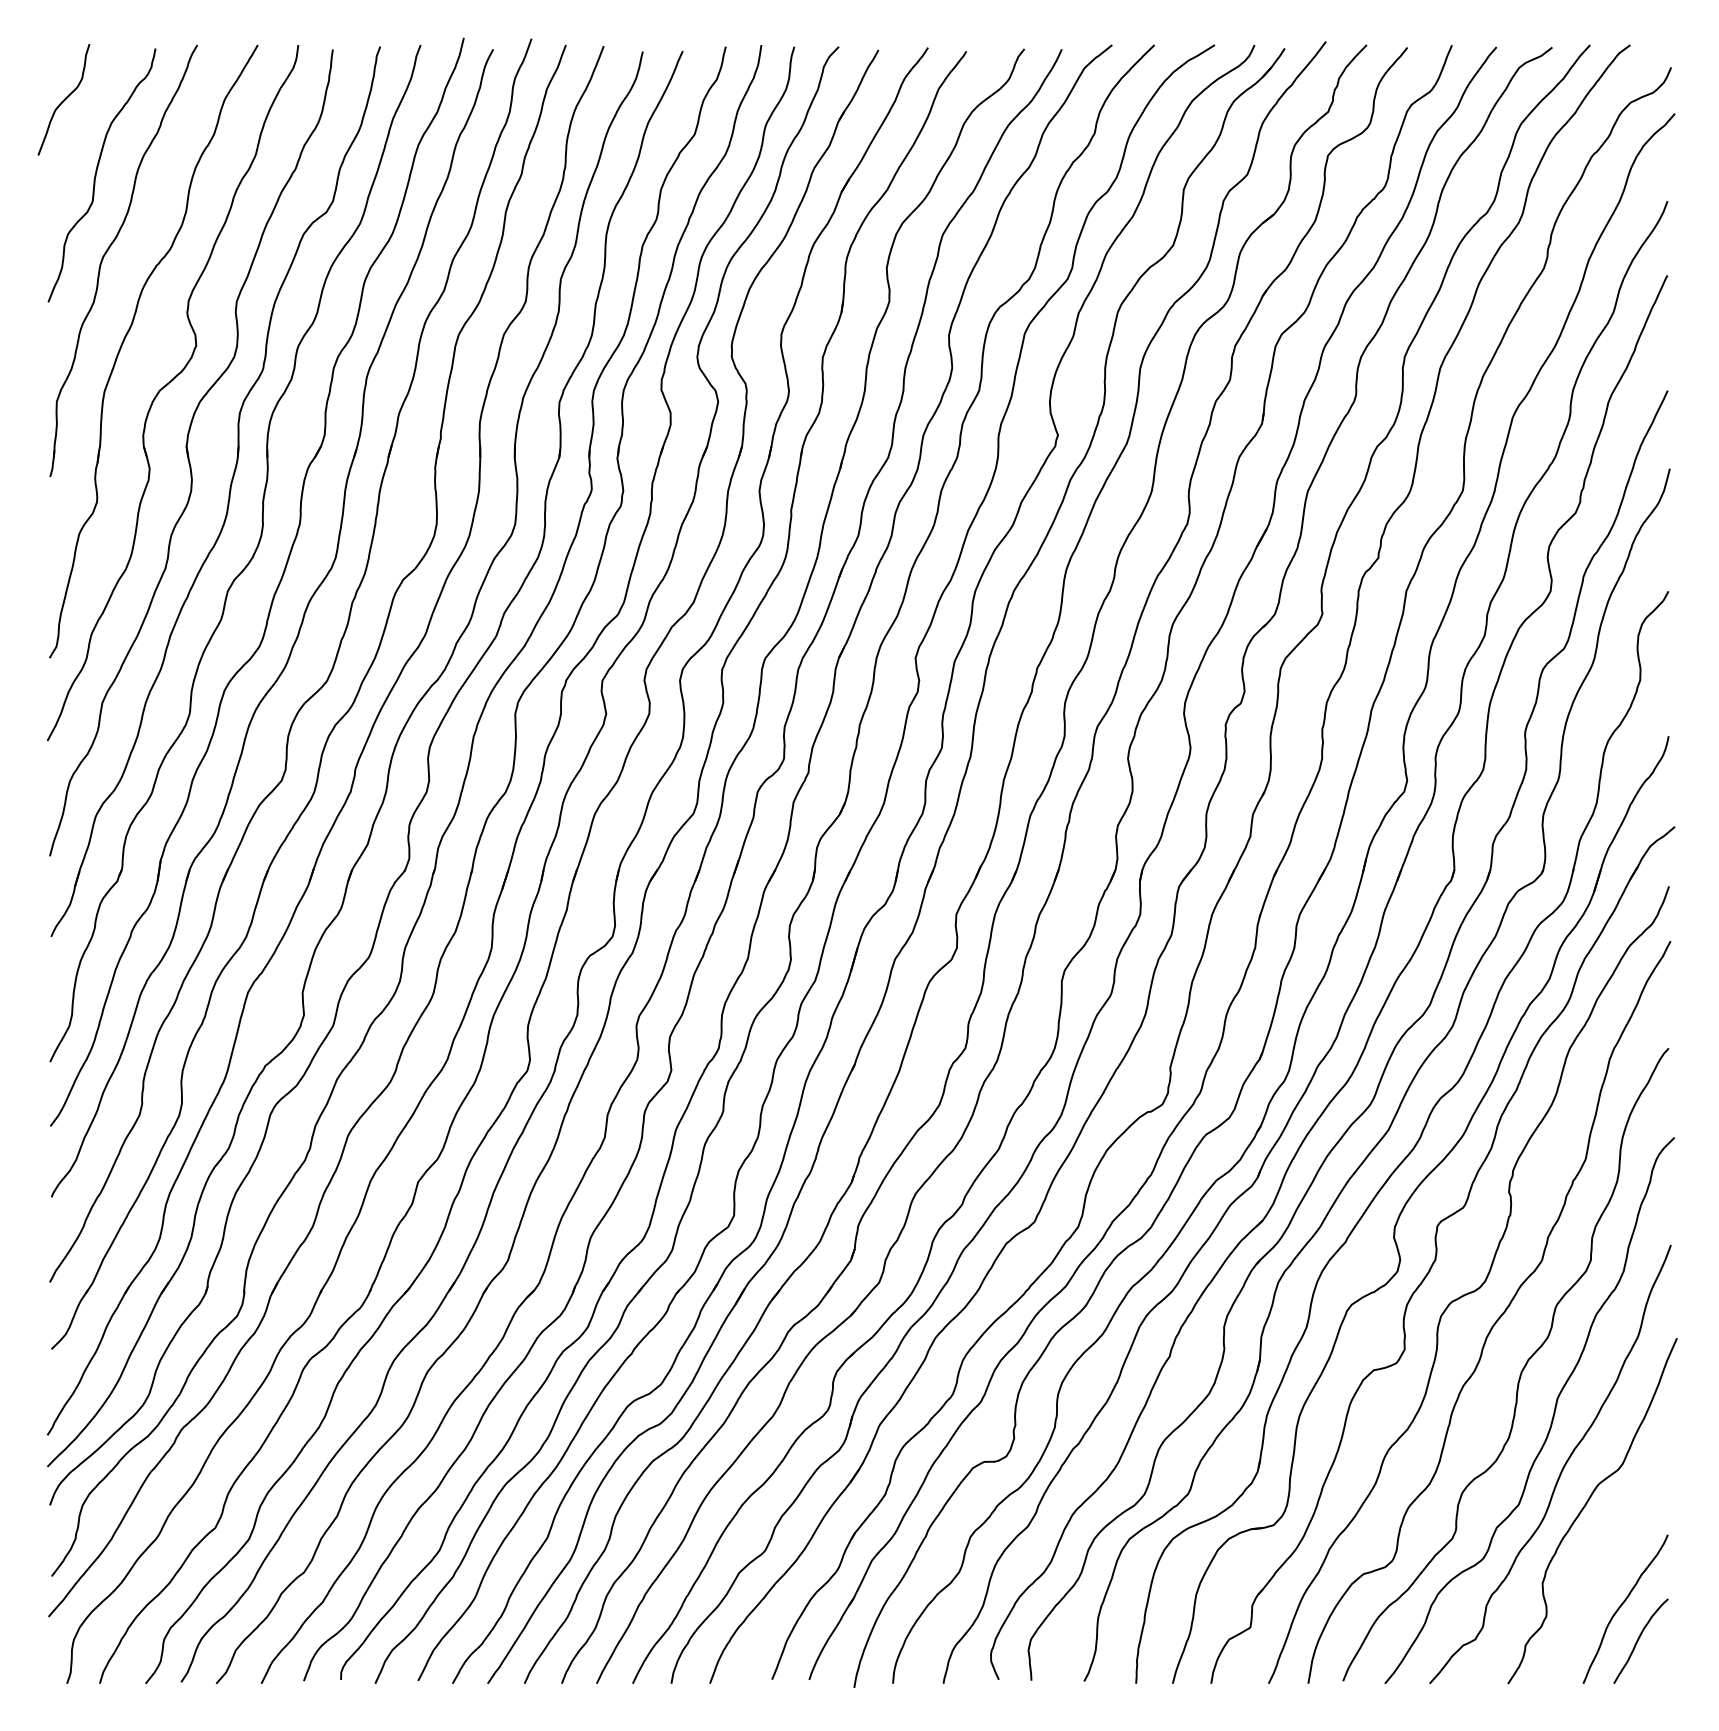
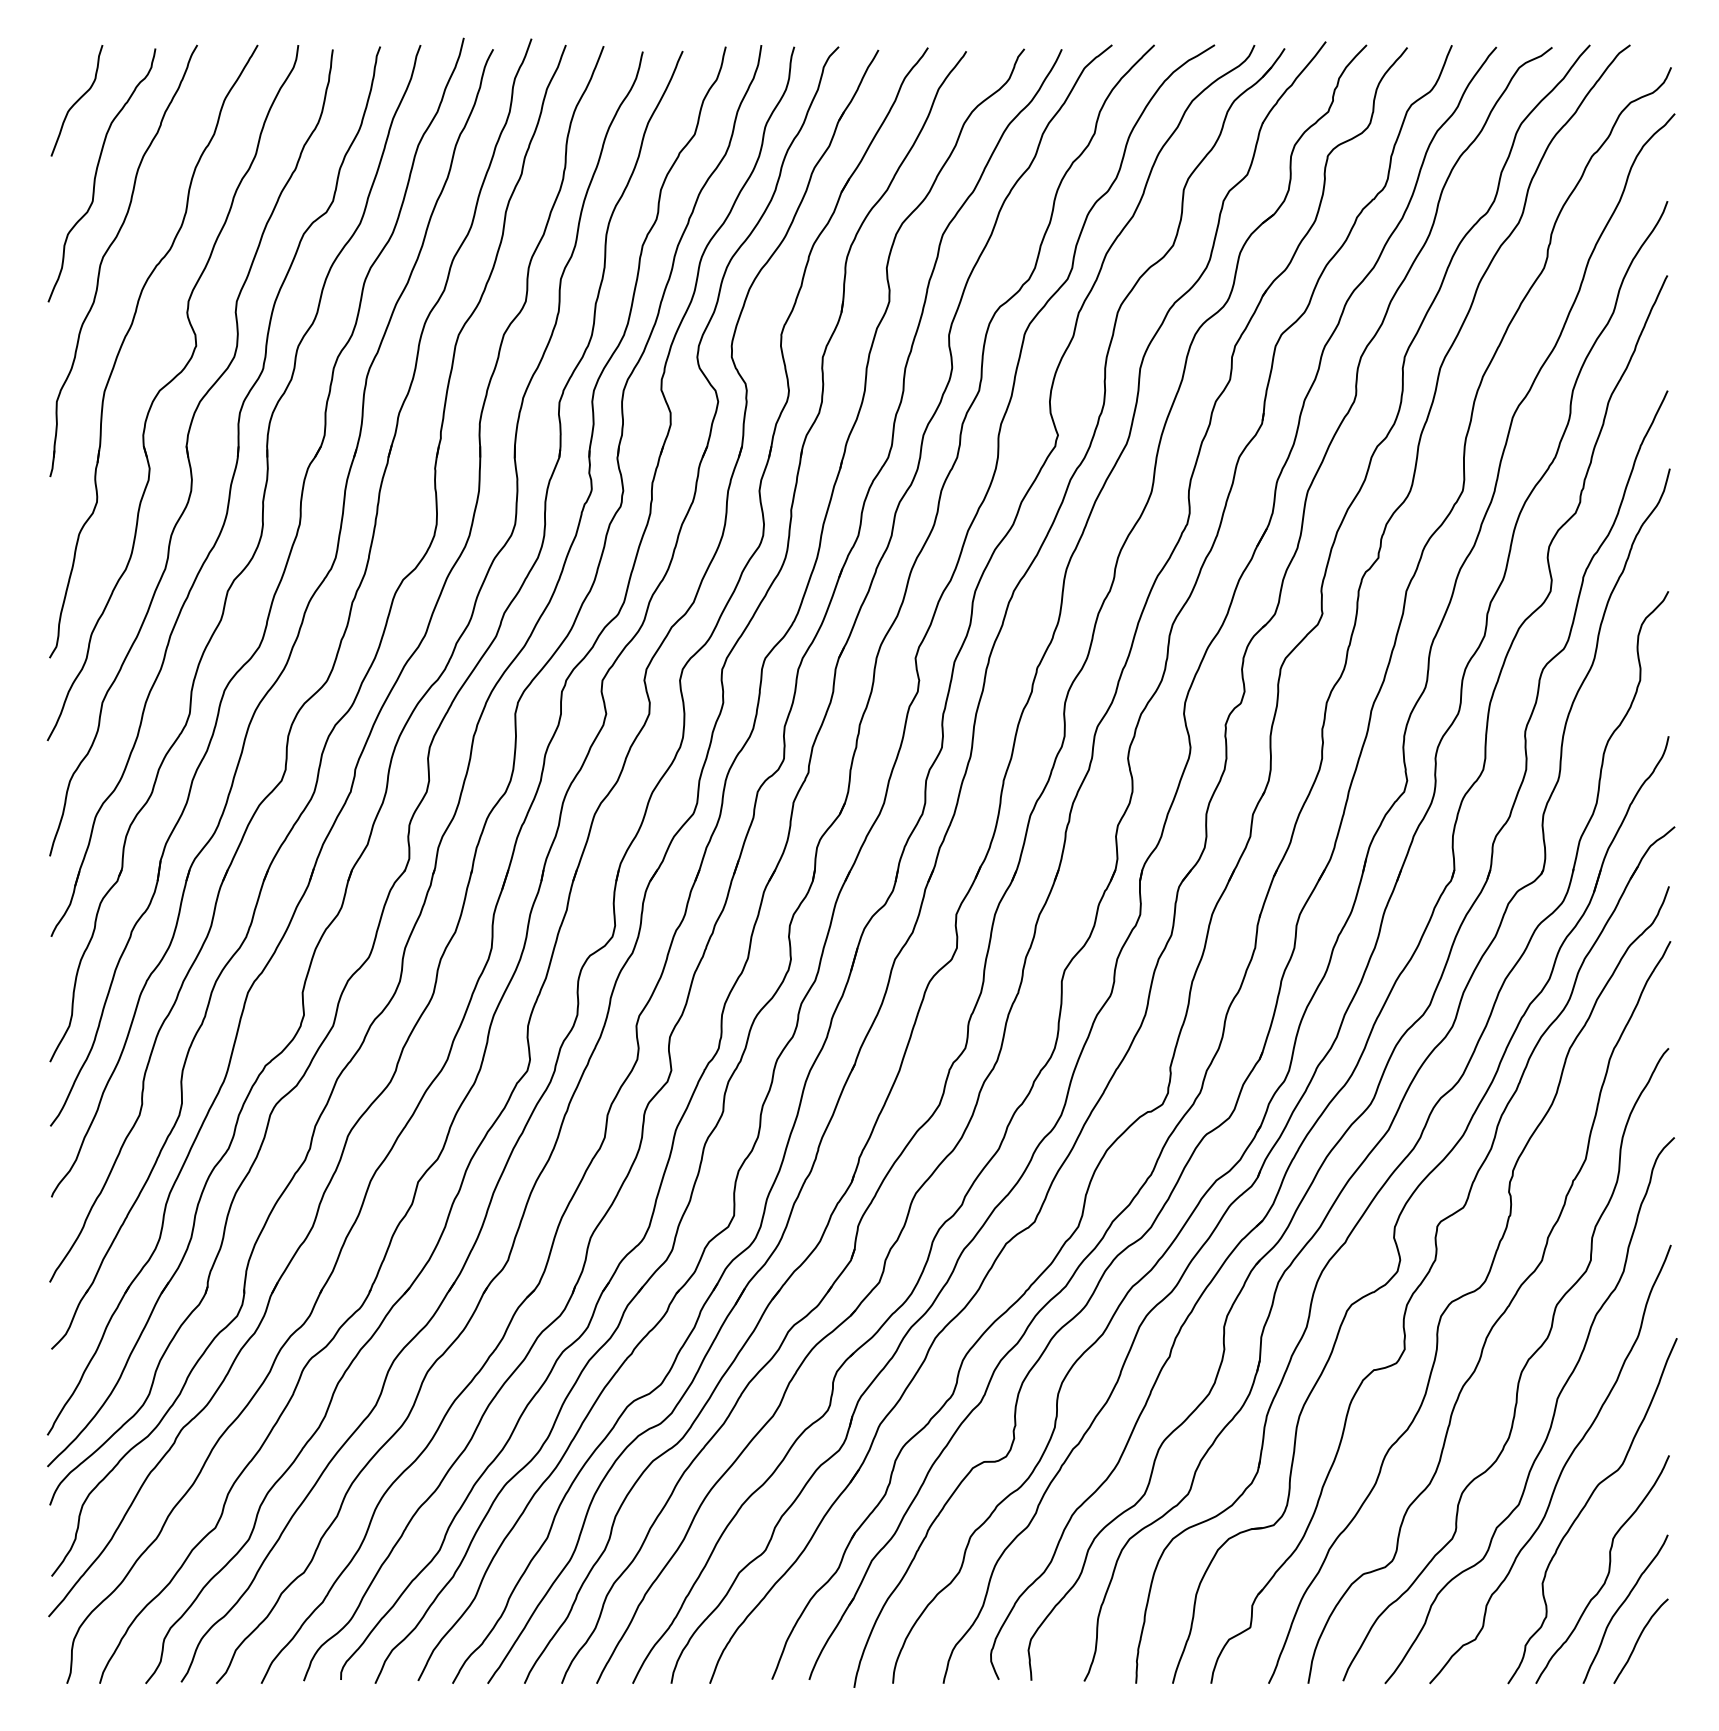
curve at (63, 99) position: (63, 99) -> (76, 100)
curve at (1608, 1569): none -> present
